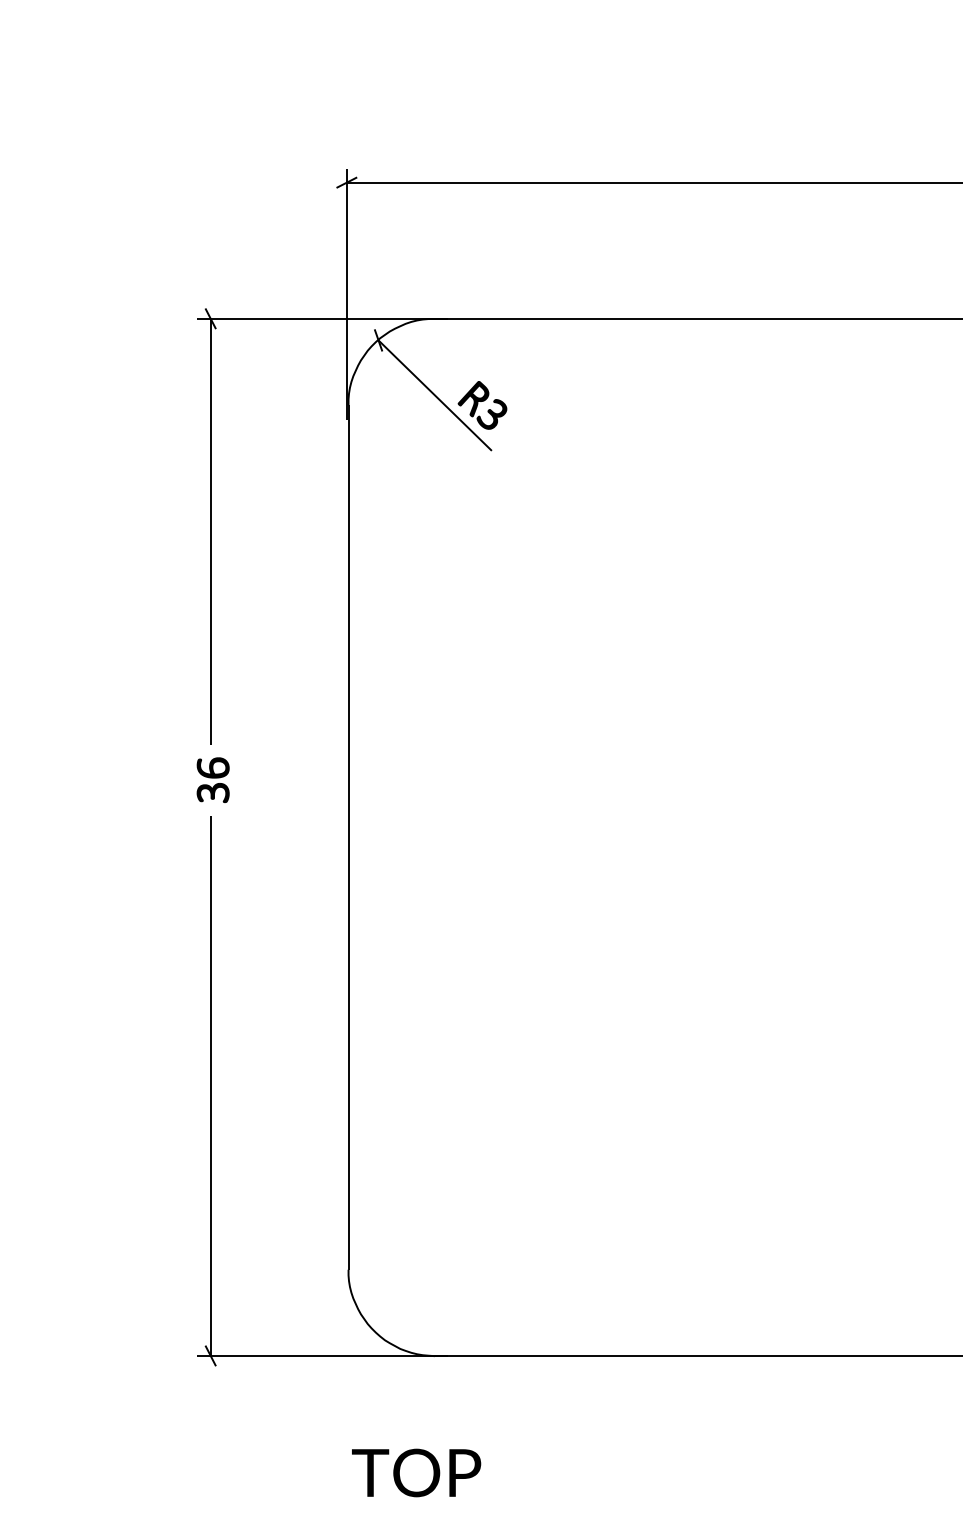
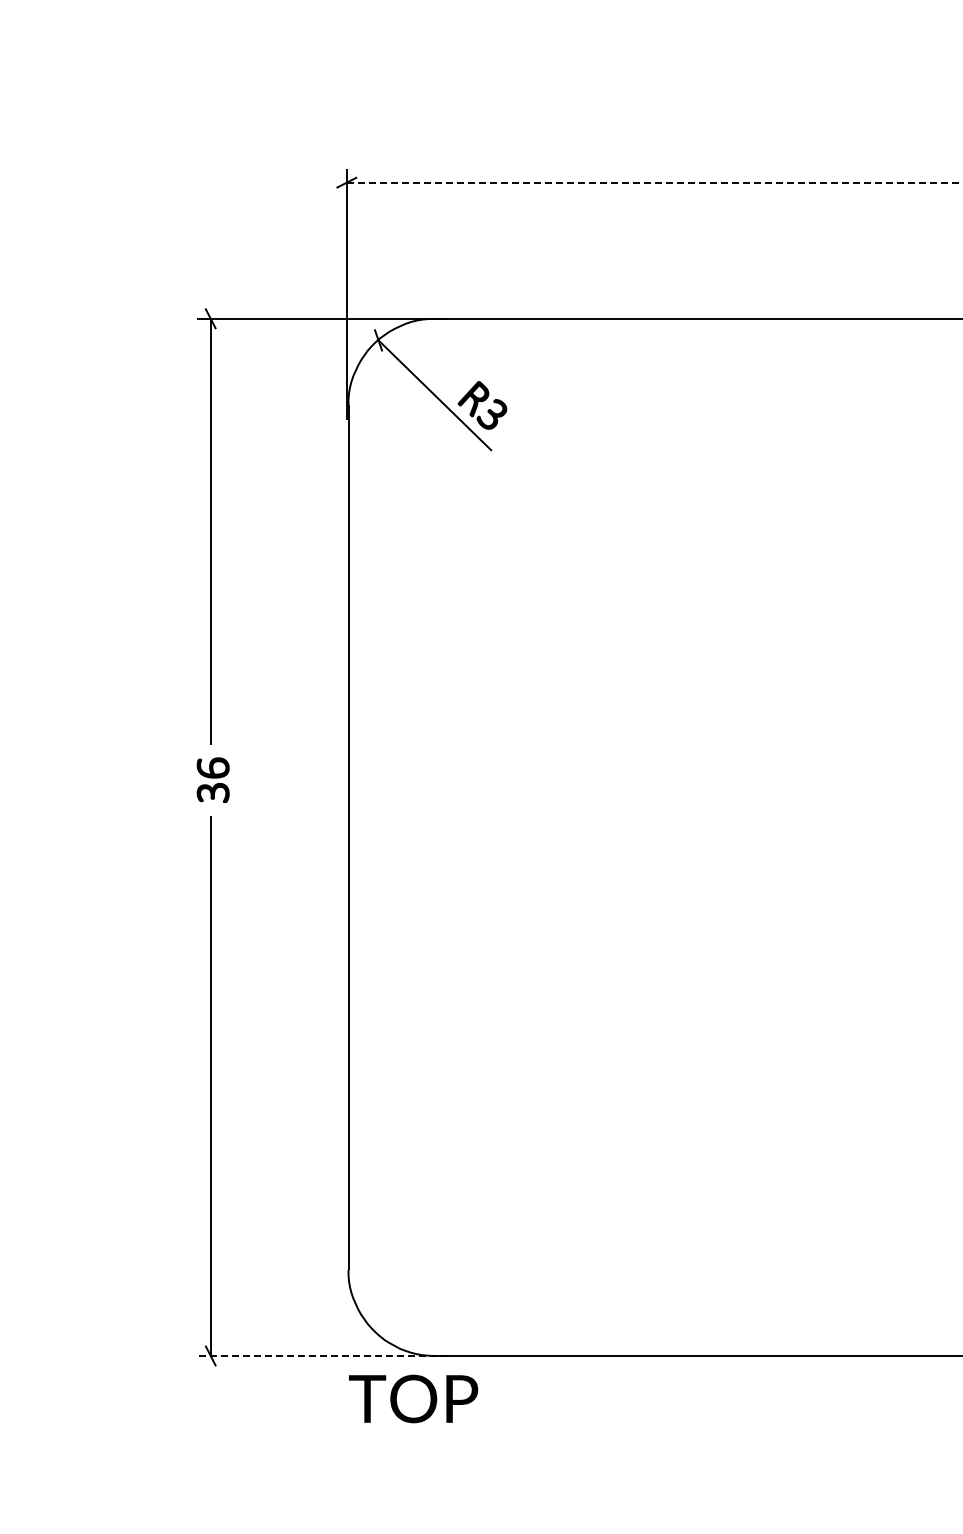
line at (655, 182): solid -> dashed
line at (322, 1356): solid -> dashed
text at (416, 1472) position: (416, 1472) -> (413, 1398)
